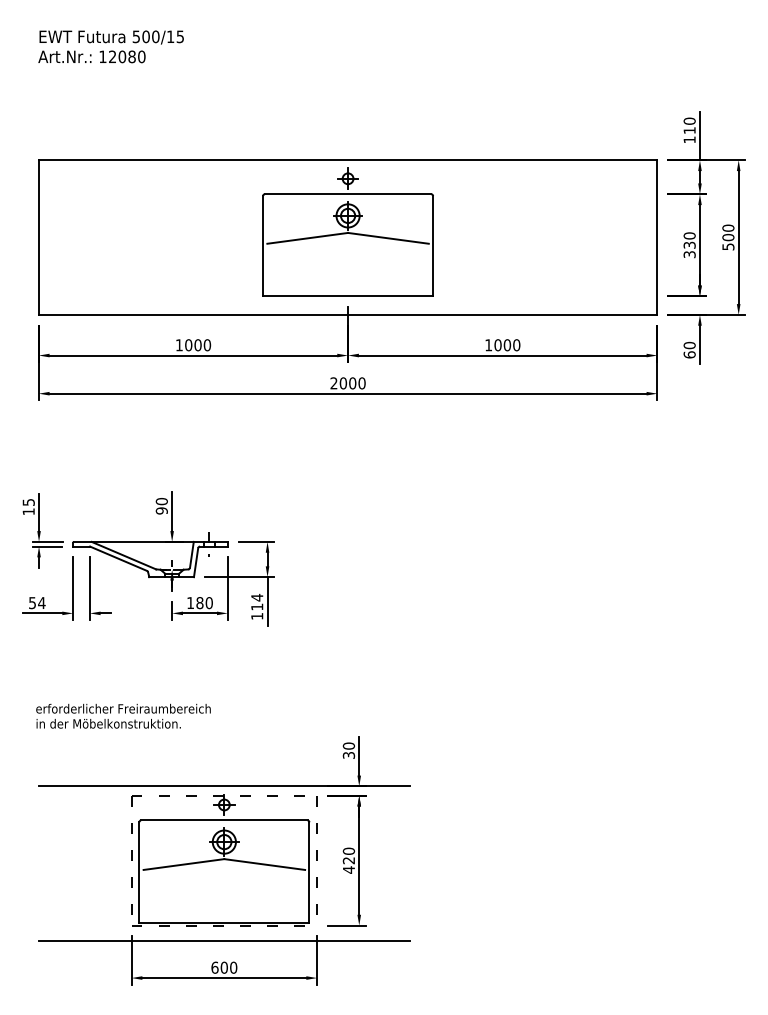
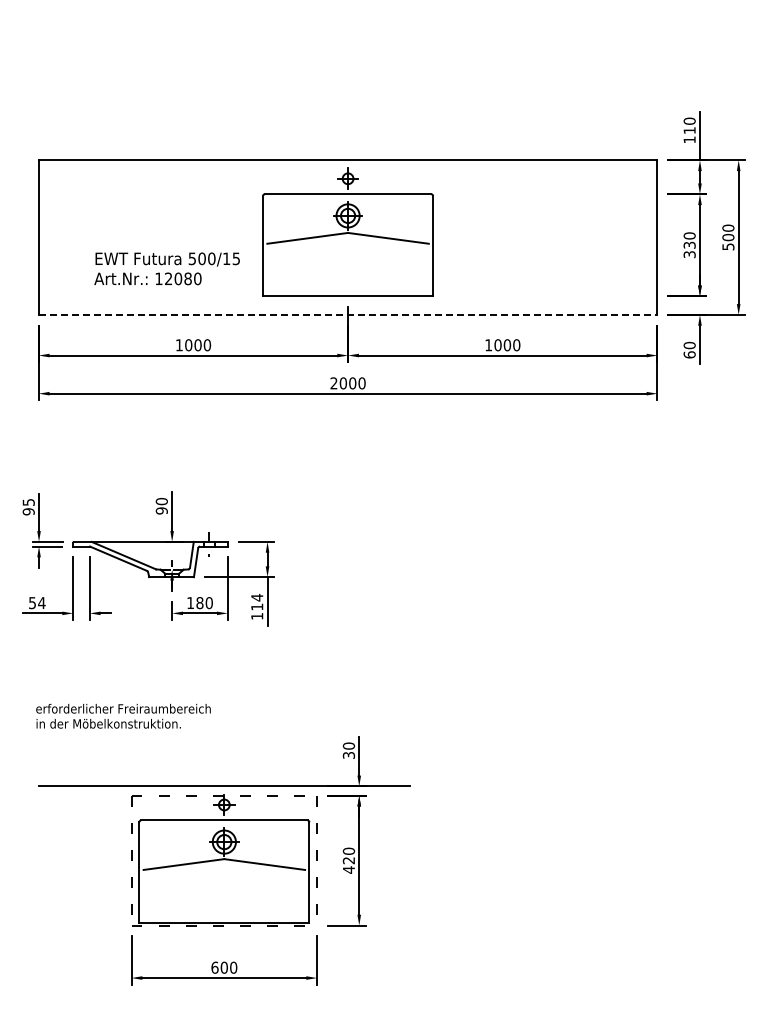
text at (110, 46) position: (110, 46) -> (166, 268)
line at (348, 314): solid -> dashed
text at (28, 511): 15 -> 95
line at (223, 941): present -> none
